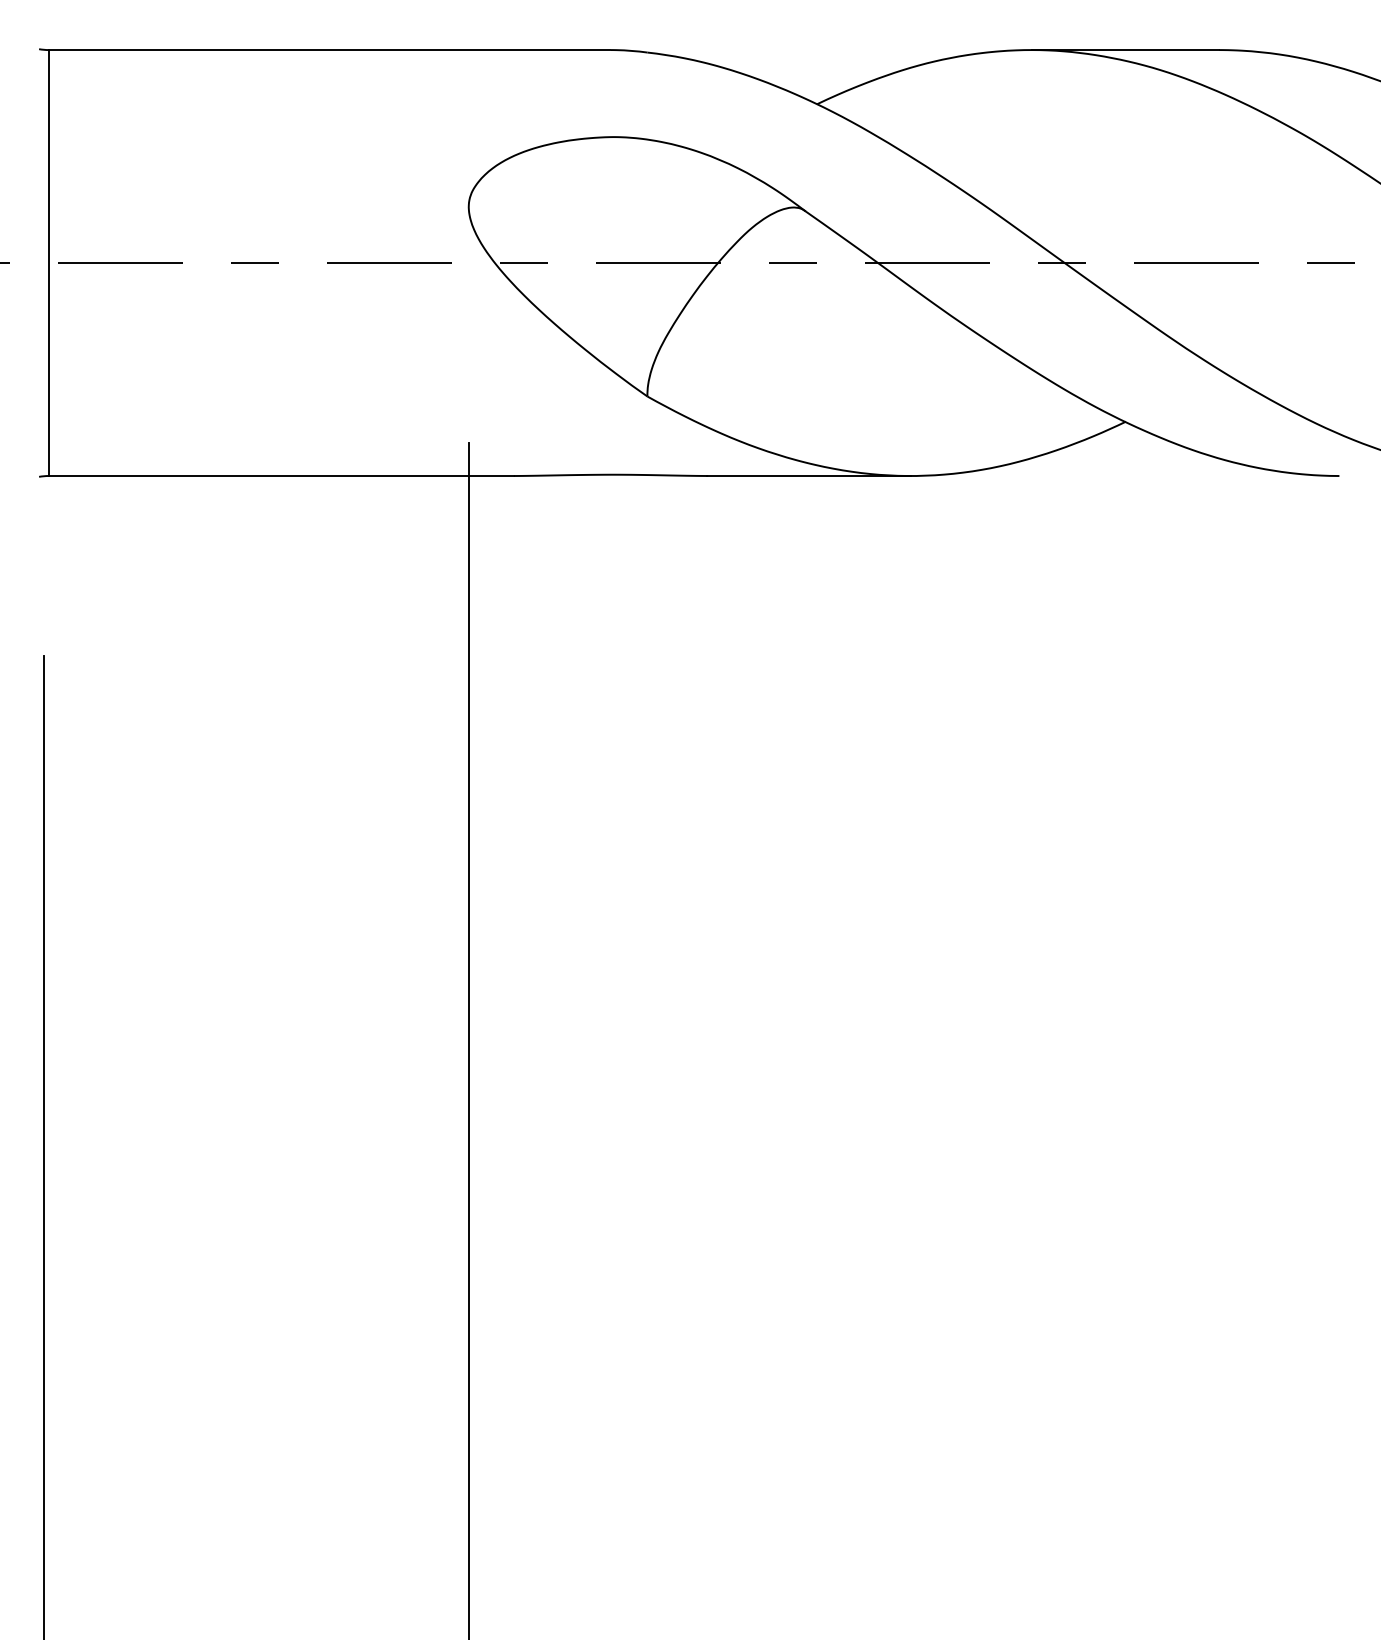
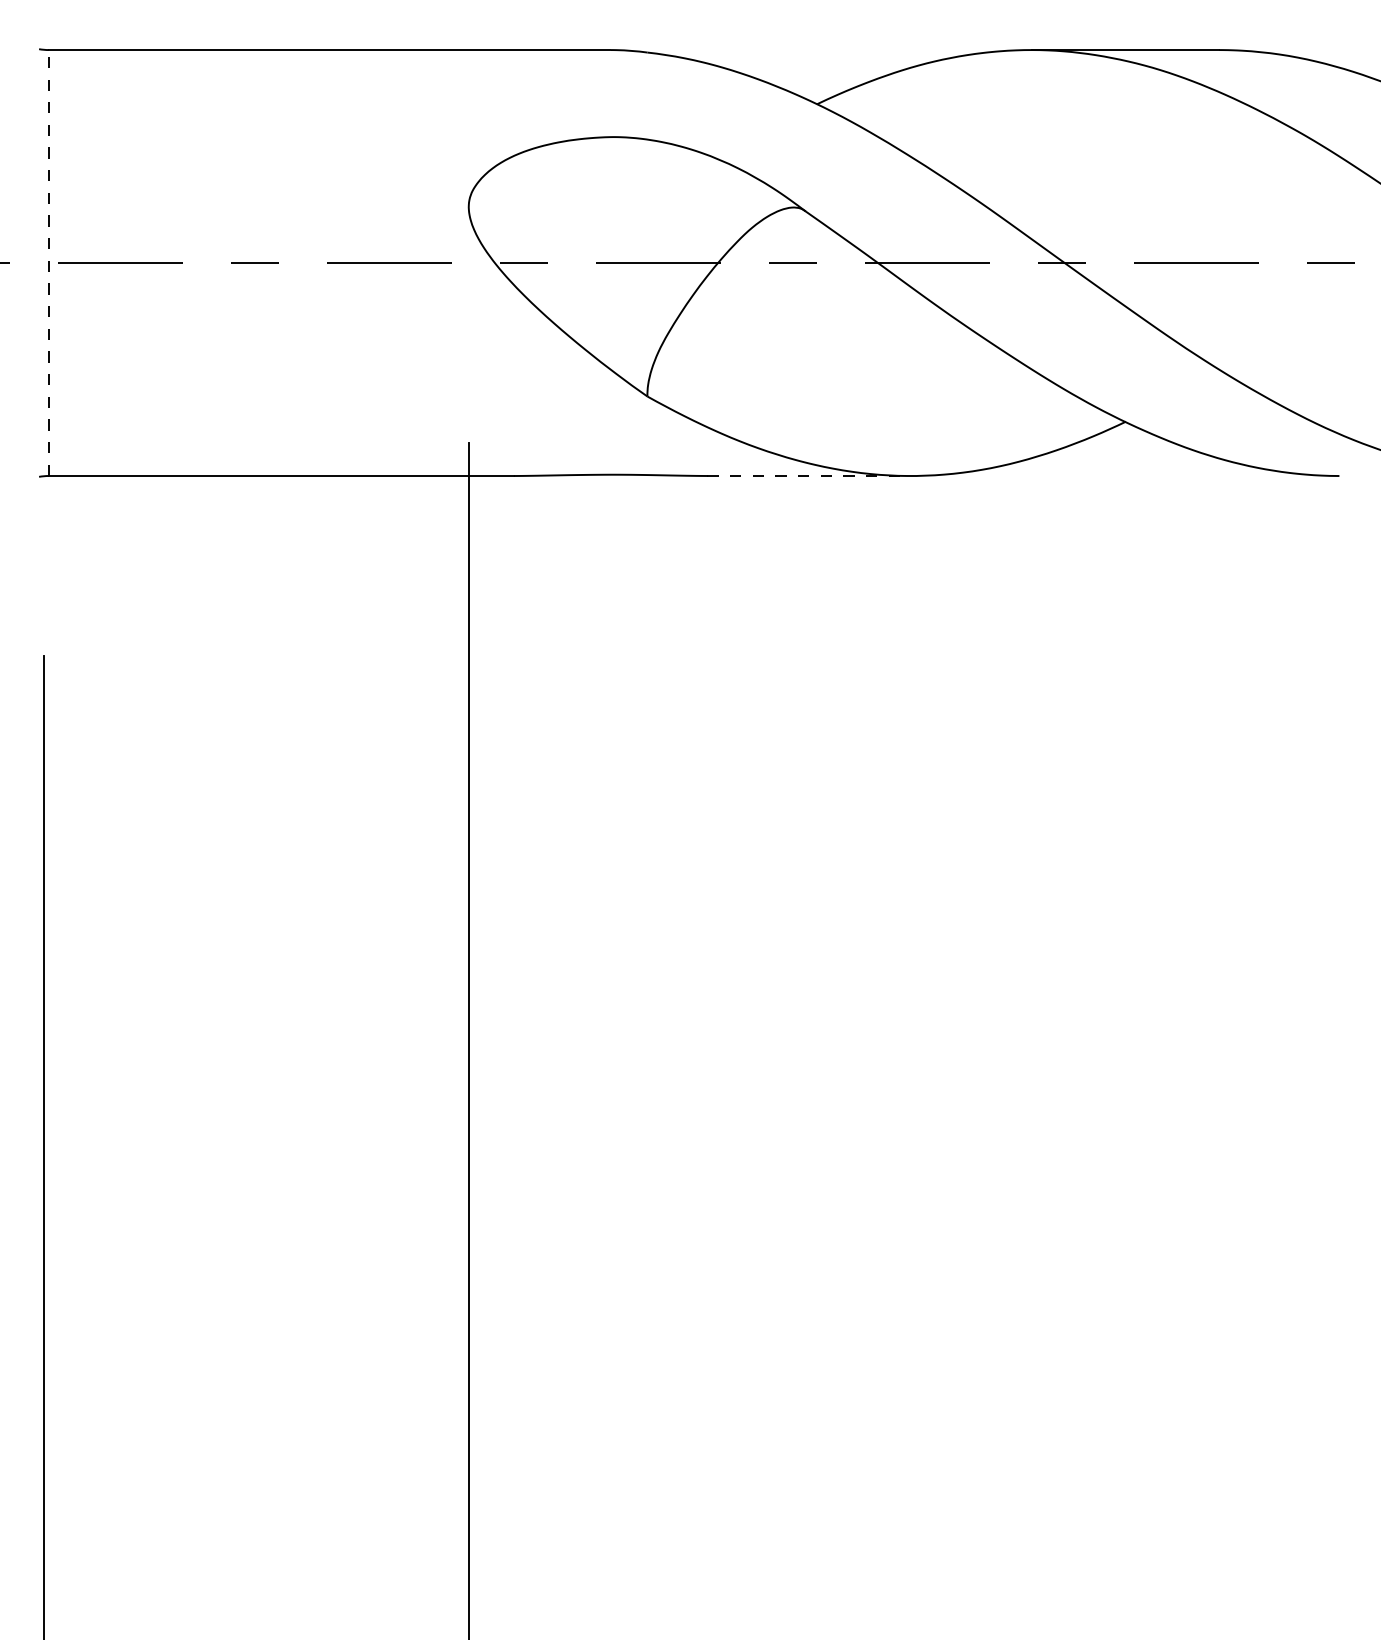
line at (48, 263): solid -> dashed
line at (809, 476): solid -> dashed
